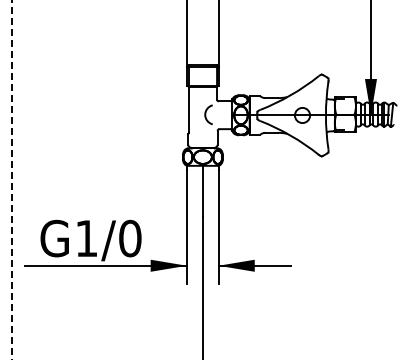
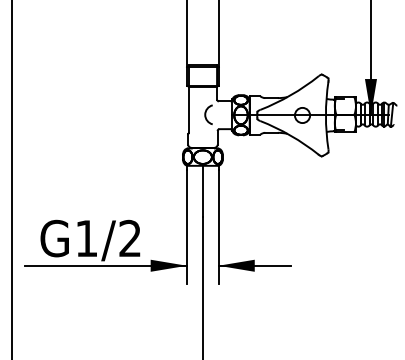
line at (12, 179): dashed -> solid
text at (130, 238): G1/0 -> G1/2
